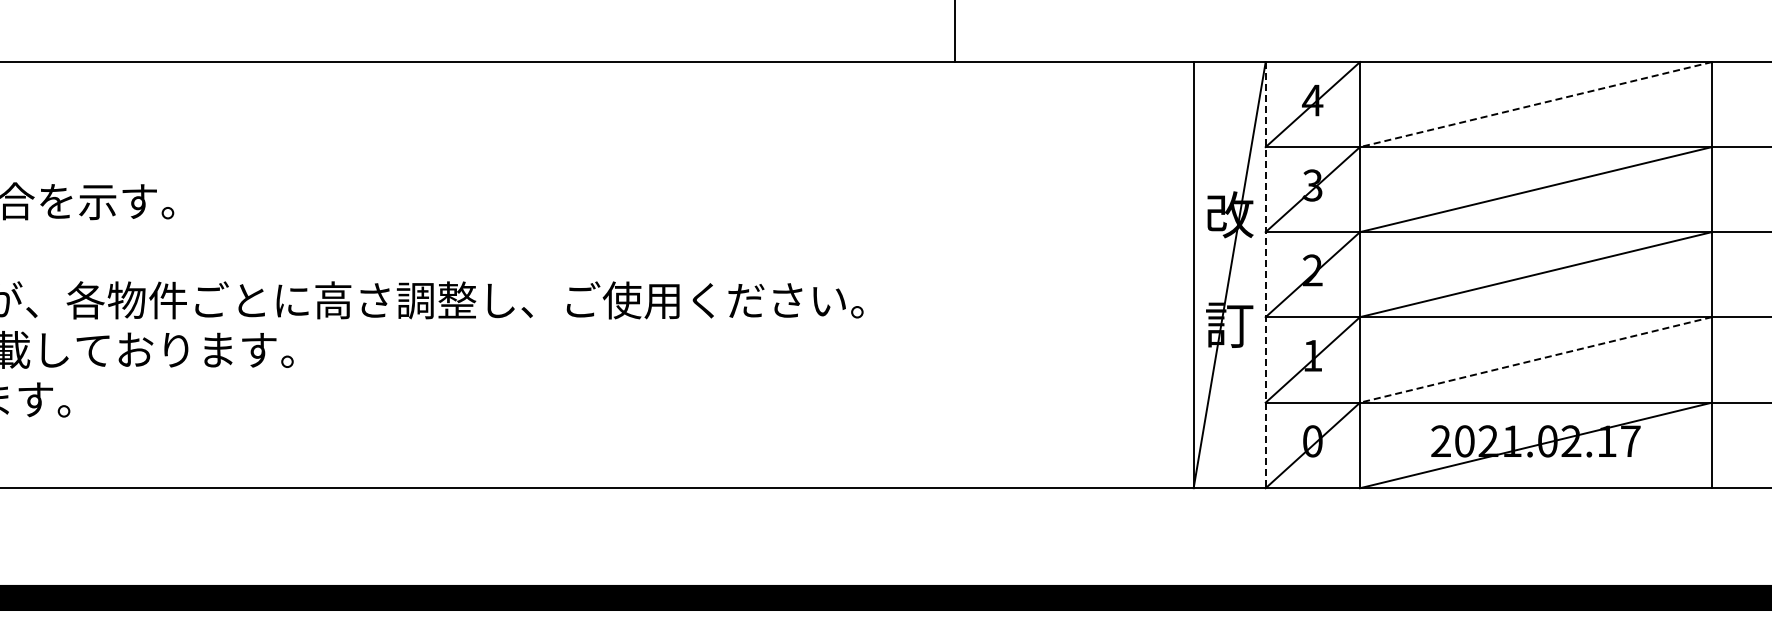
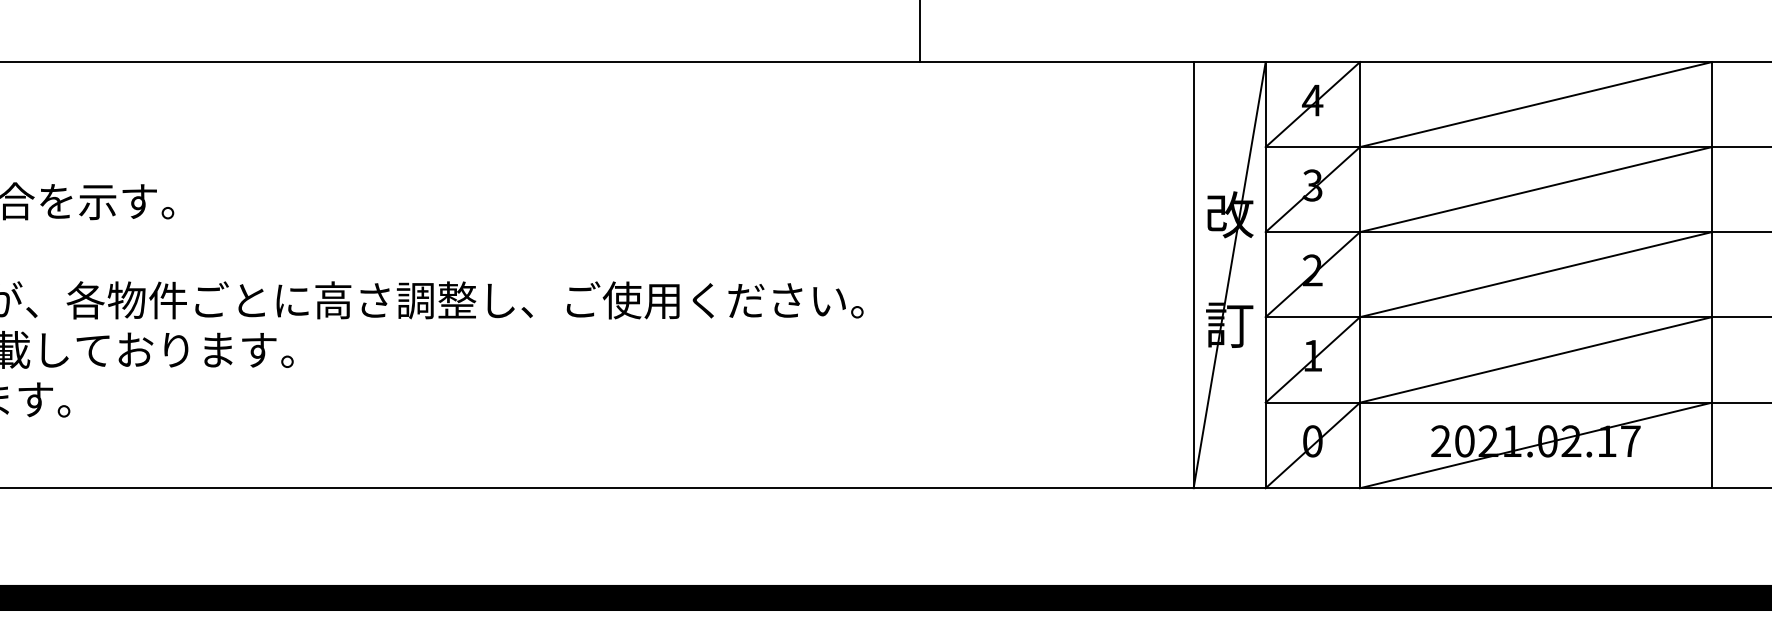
line at (954, 32) position: (954, 32) -> (919, 32)
line at (1535, 104): dashed -> solid
line at (1265, 275): dashed -> solid
line at (1535, 360): dashed -> solid
